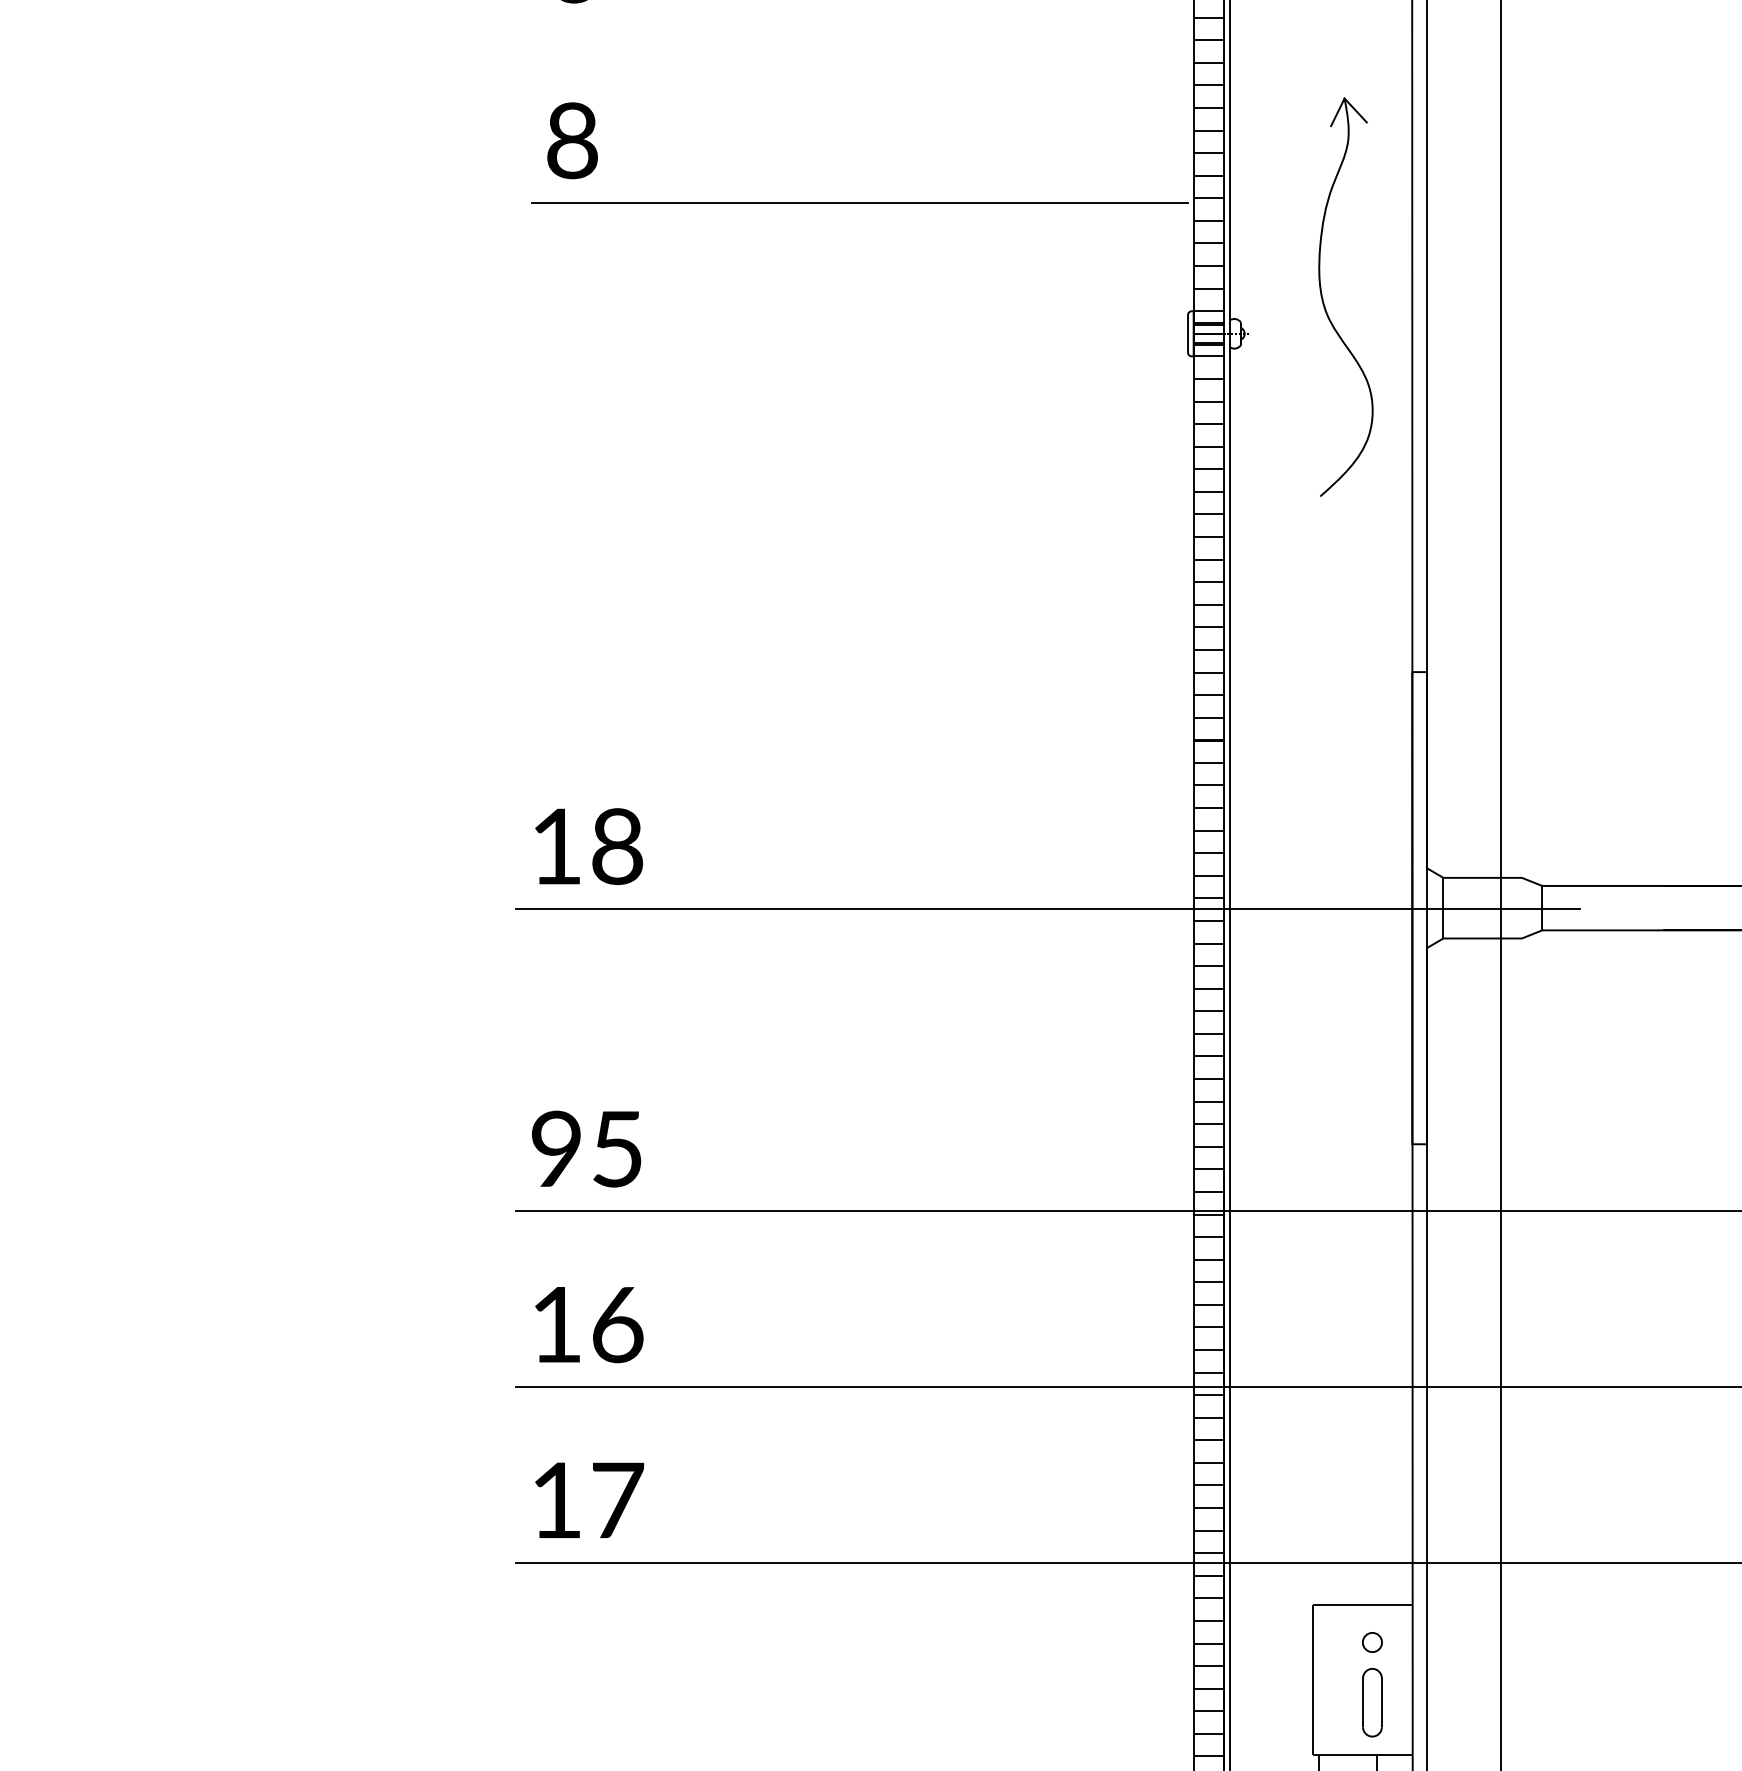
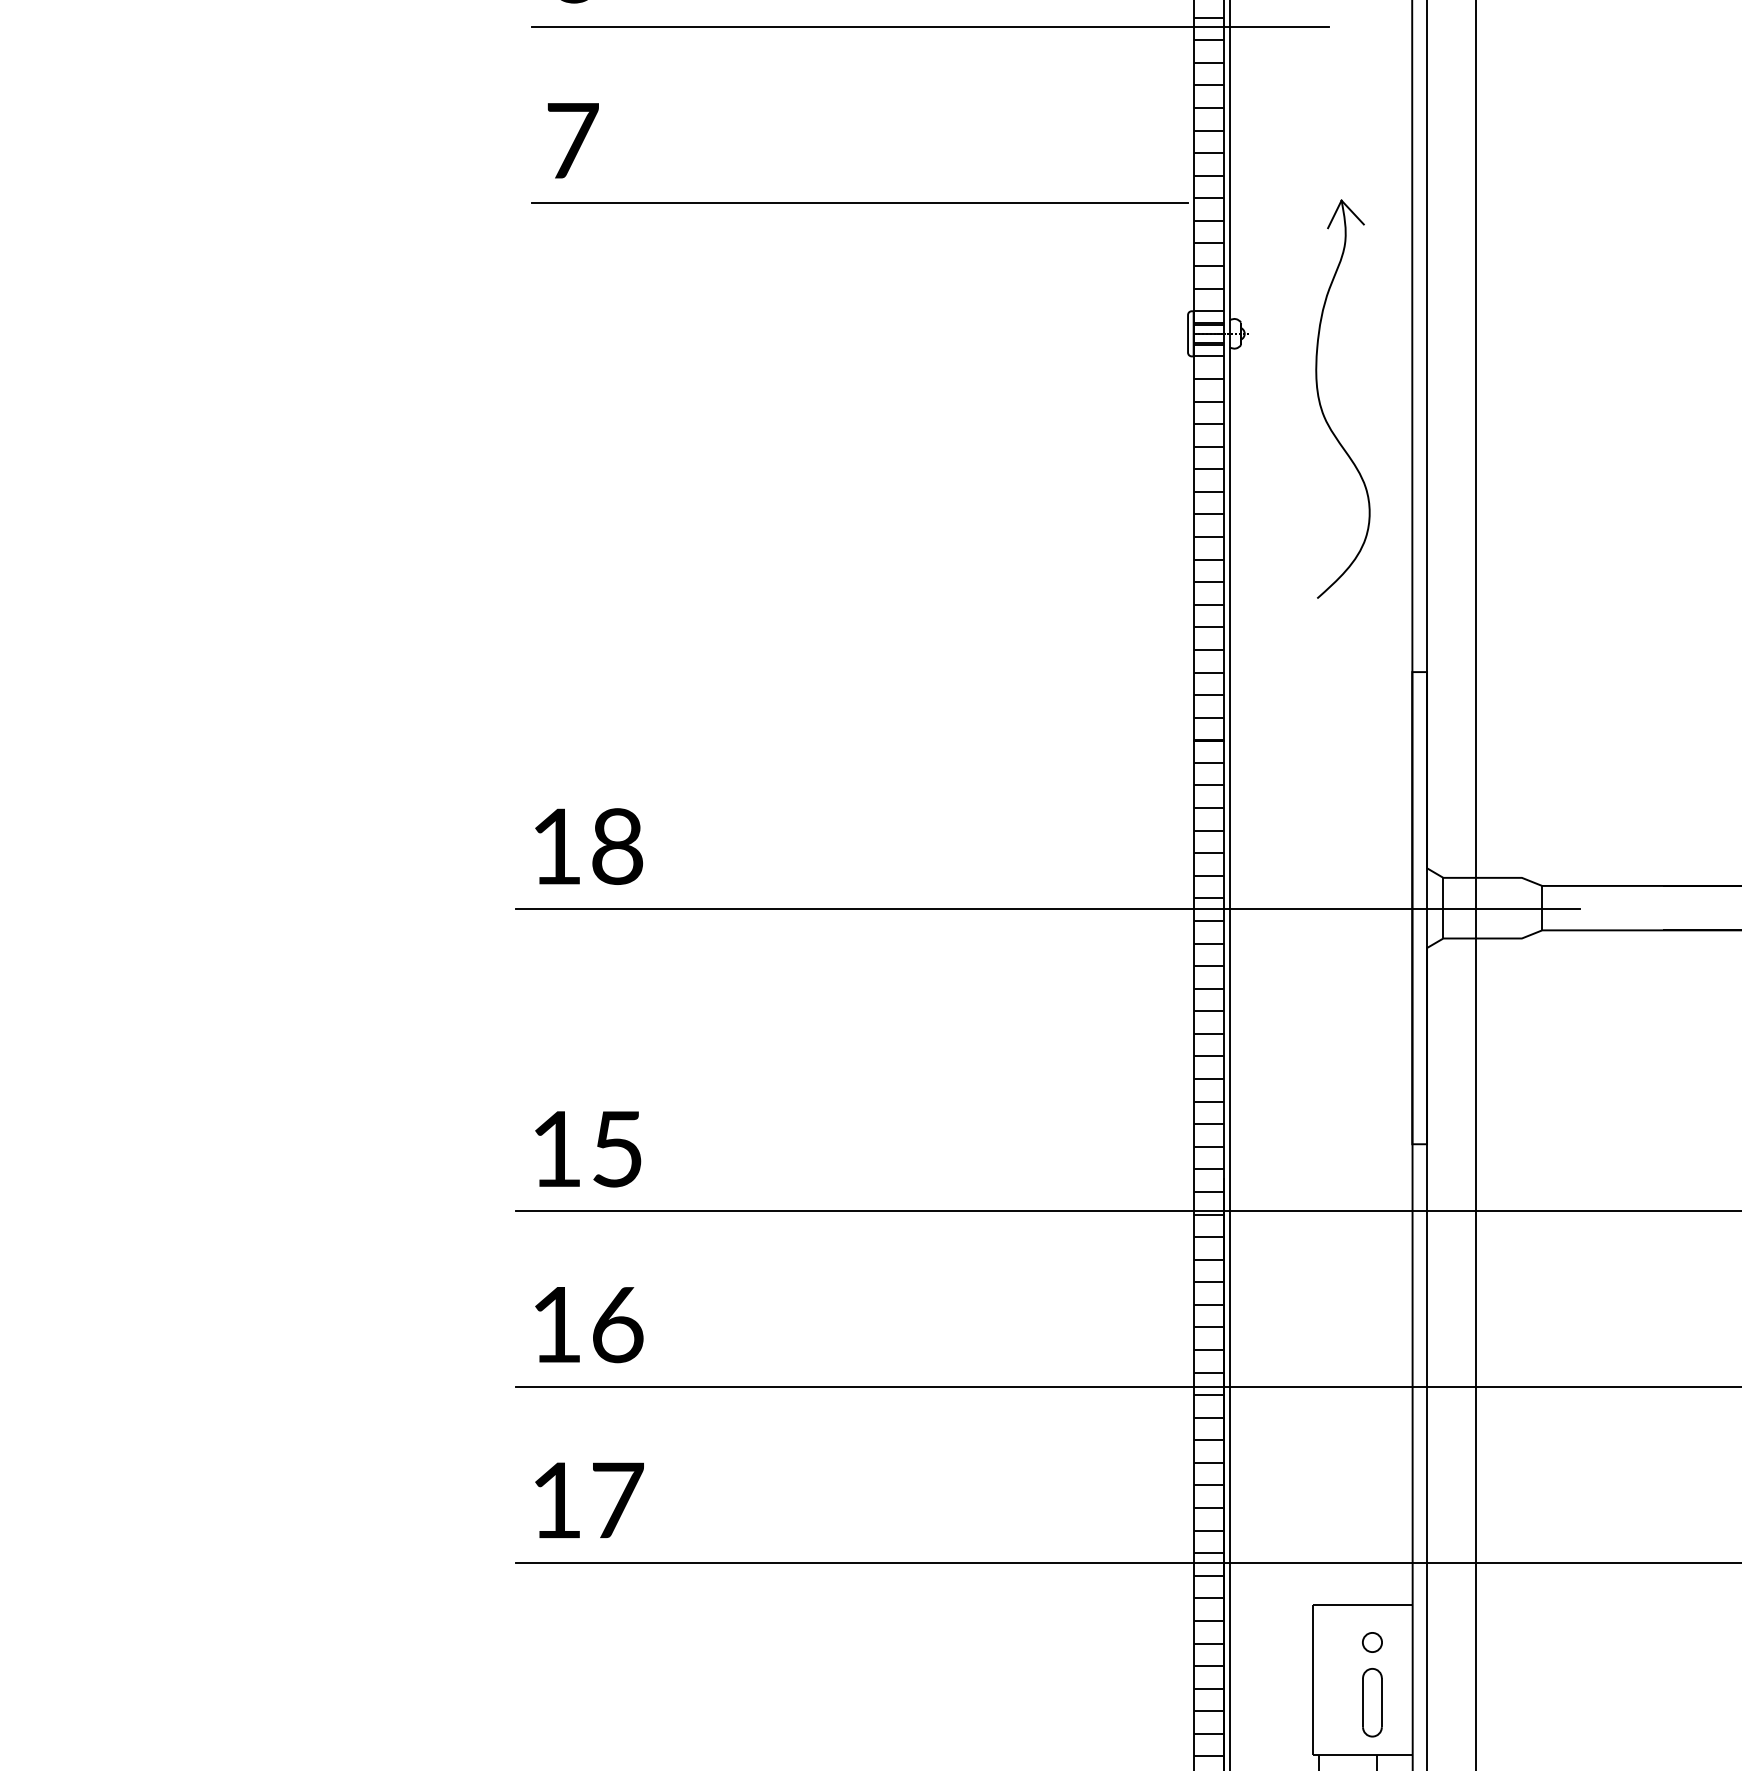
line at (930, 27): none -> present
text at (572, 140): 8 -> 7
part at (1323, 298) position: (1323, 298) -> (1320, 400)
line at (1500, 884) position: (1500, 884) -> (1475, 884)
text at (555, 1148): 95 -> 15
